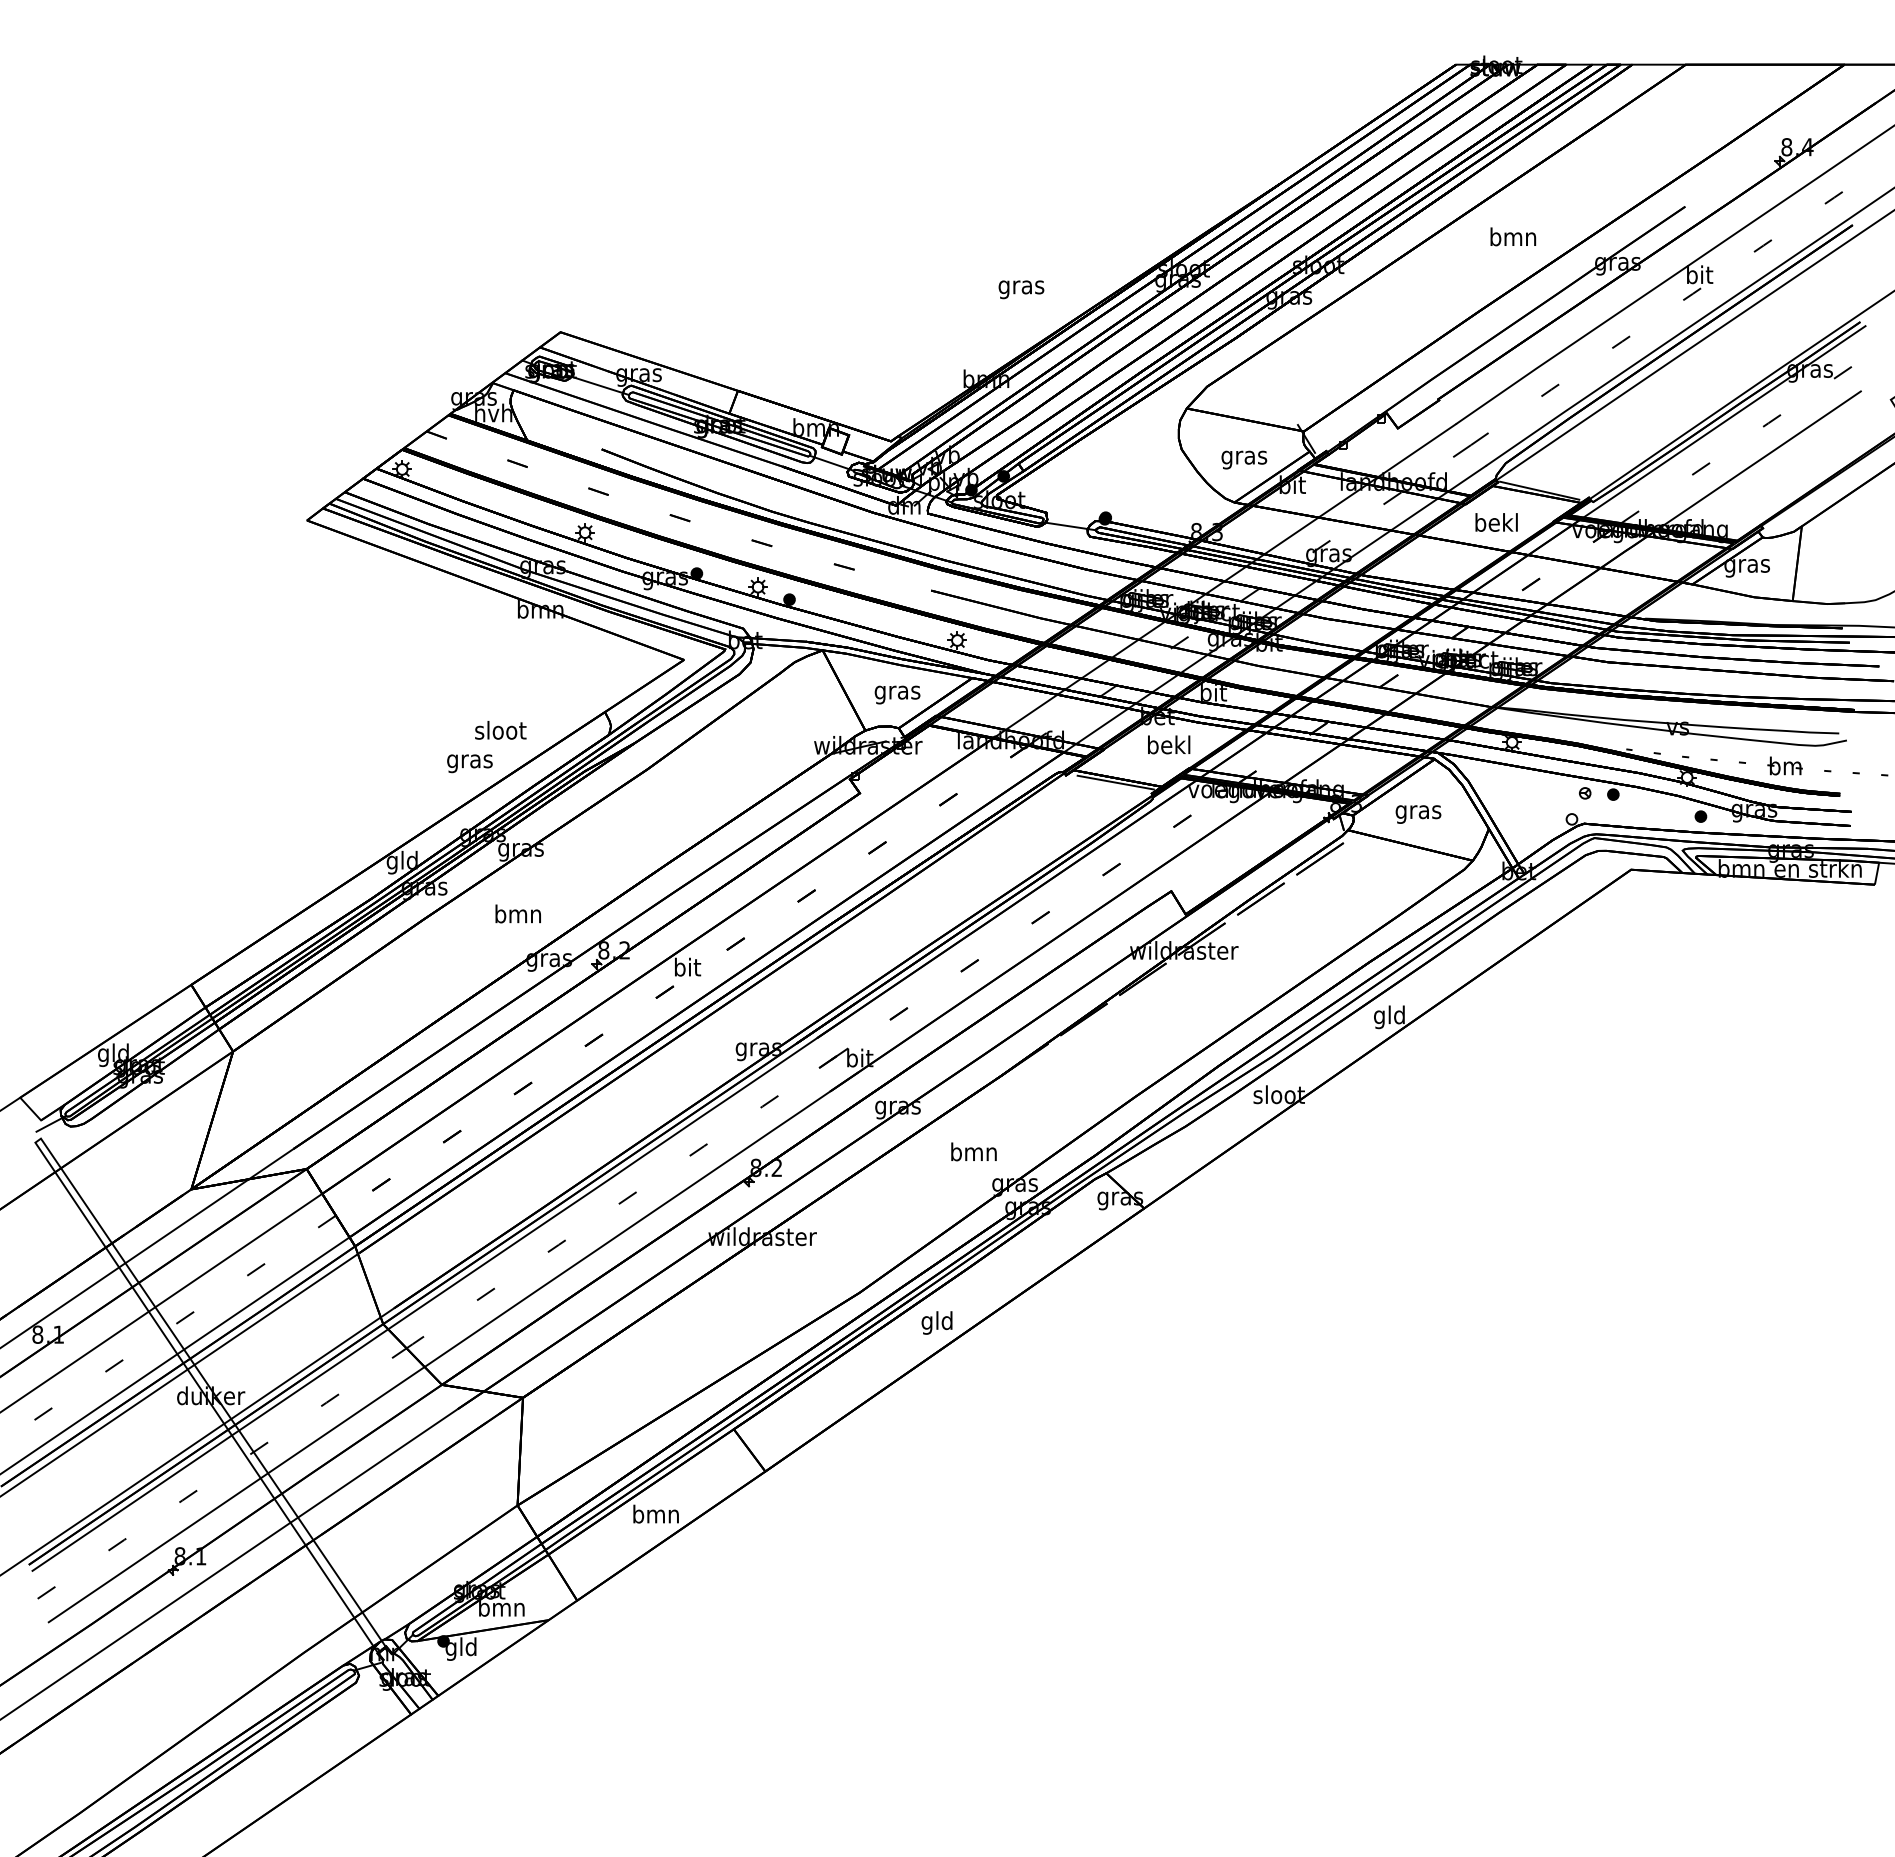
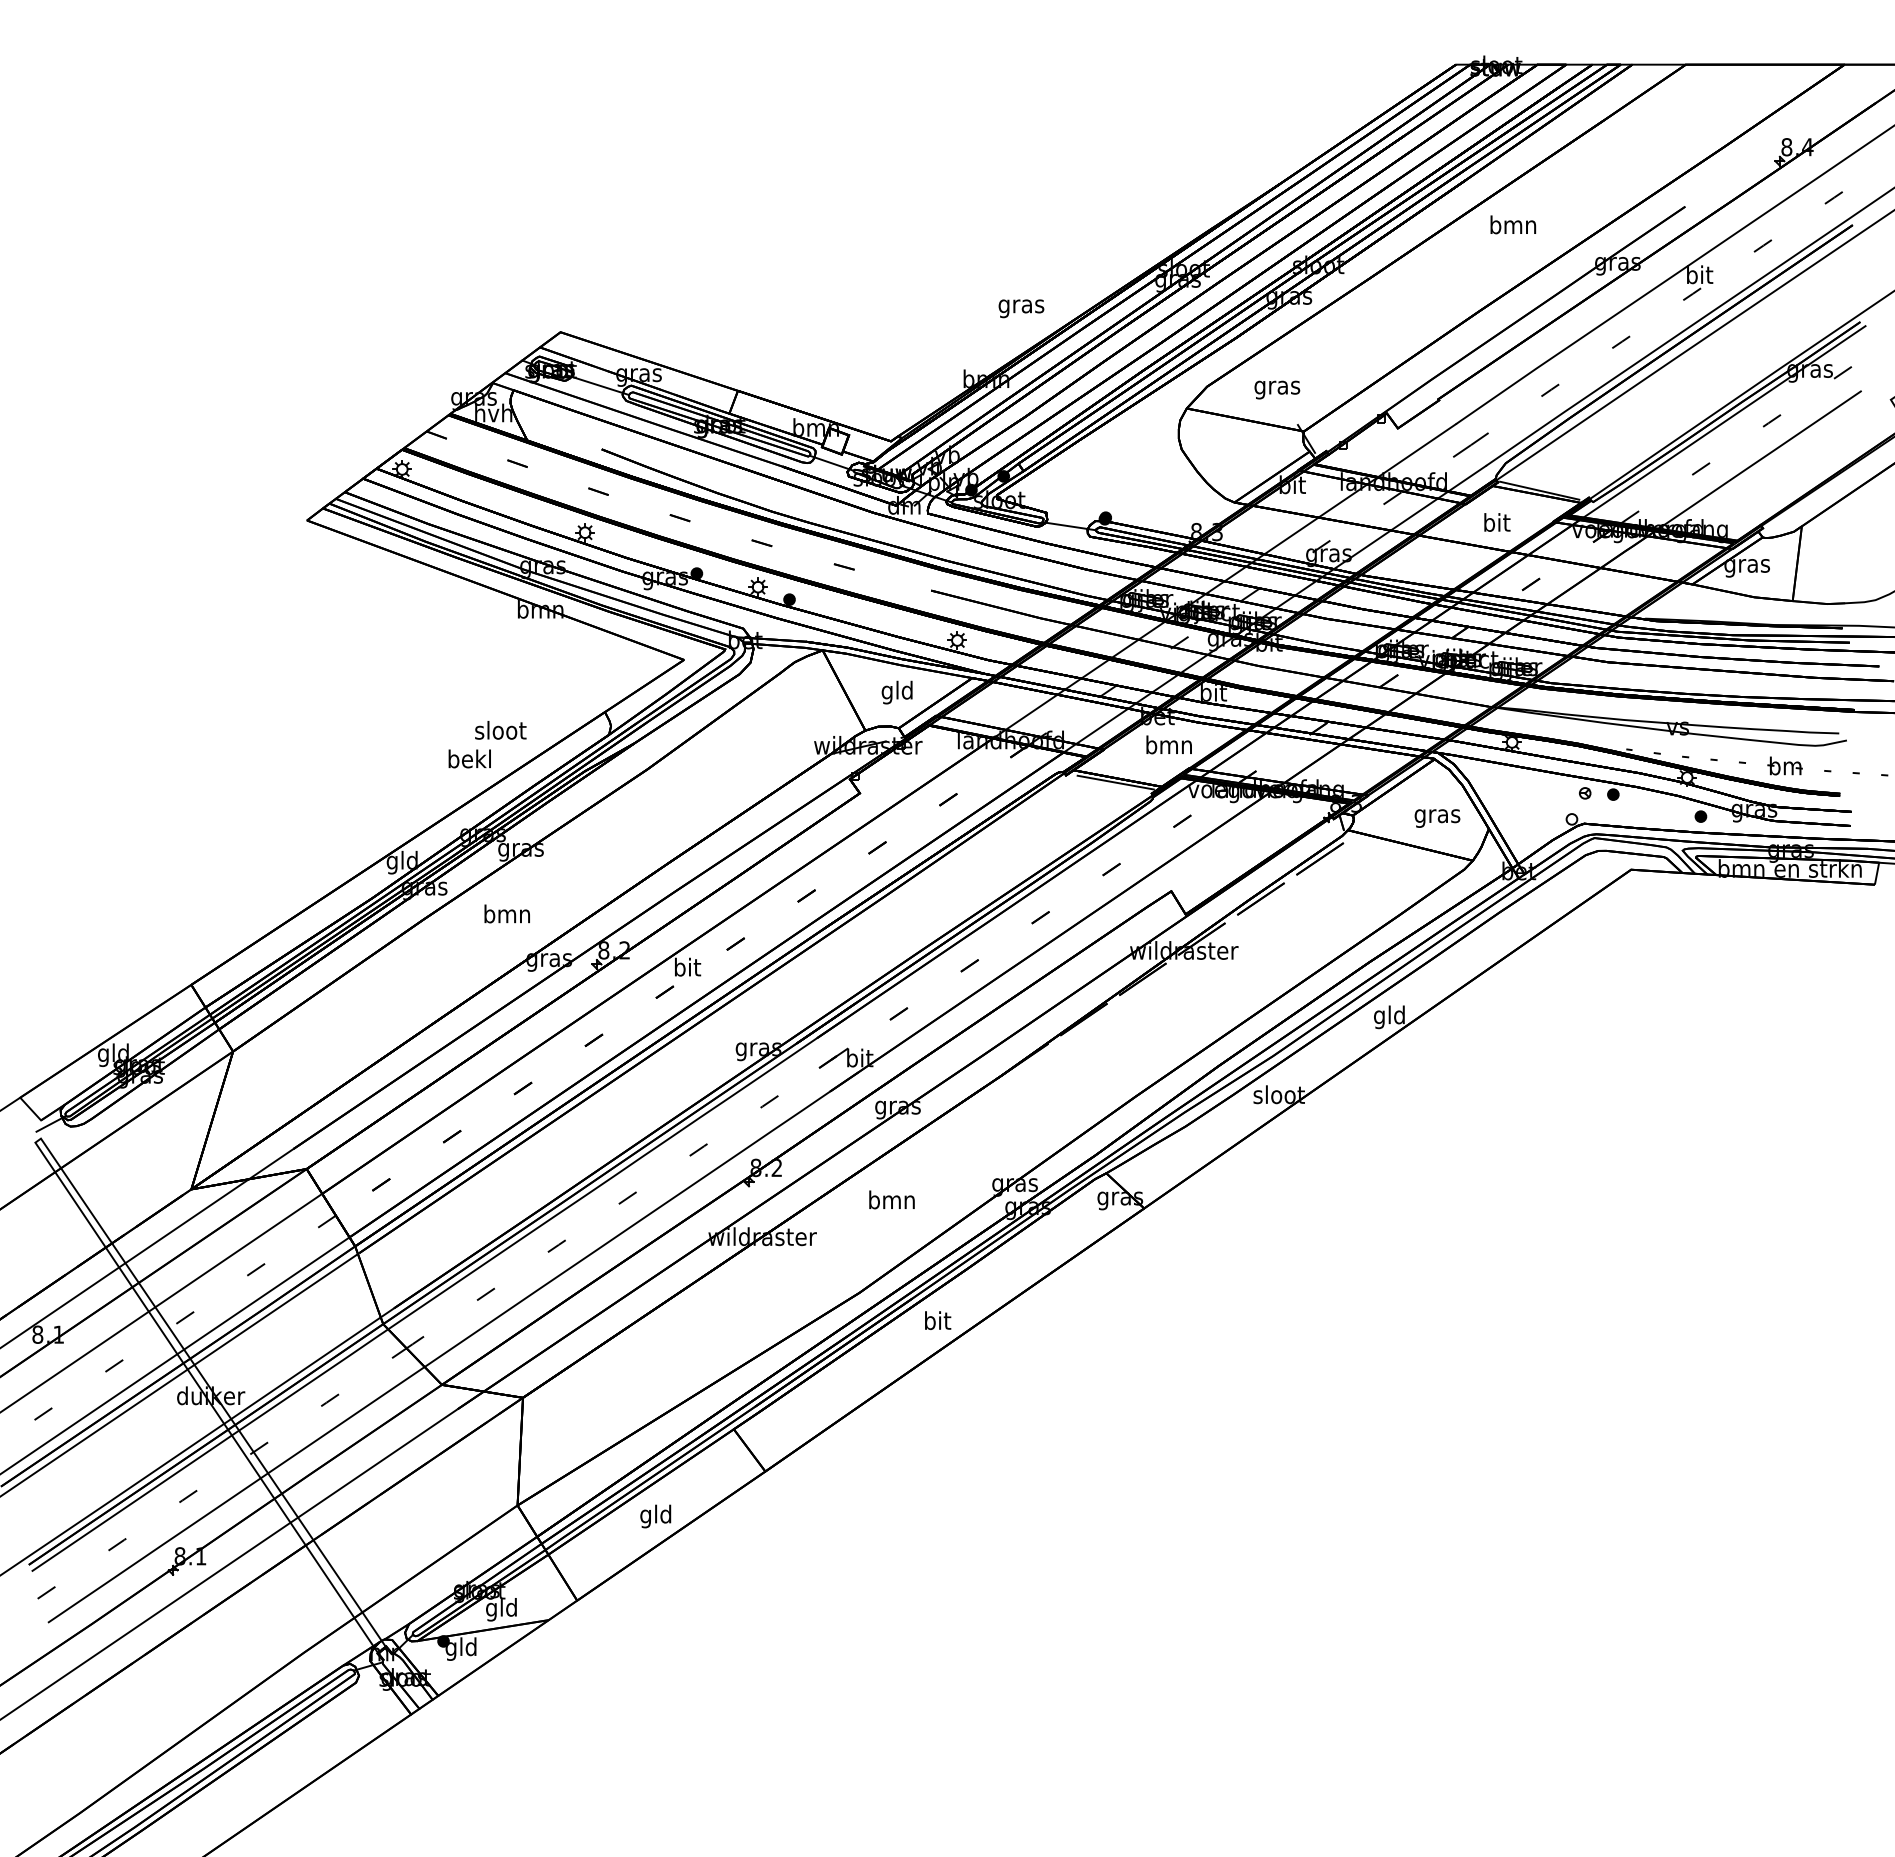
text at (1513, 236) position: (1513, 236) -> (1513, 224)
text at (1021, 289) position: (1021, 289) -> (1021, 308)
text at (1244, 459) position: (1244, 459) -> (1277, 389)
text at (1496, 522): bekl -> bit
text at (897, 692): gras -> gld
text at (1168, 744): bekl -> bmn
text at (469, 761): gras -> bekl
text at (1418, 814) position: (1418, 814) -> (1437, 818)
text at (517, 913) position: (517, 913) -> (506, 913)
text at (973, 1151) position: (973, 1151) -> (891, 1199)
text at (936, 1322): gld -> bit
text at (655, 1516): bmn -> gld
text at (501, 1609): bmn -> gld
